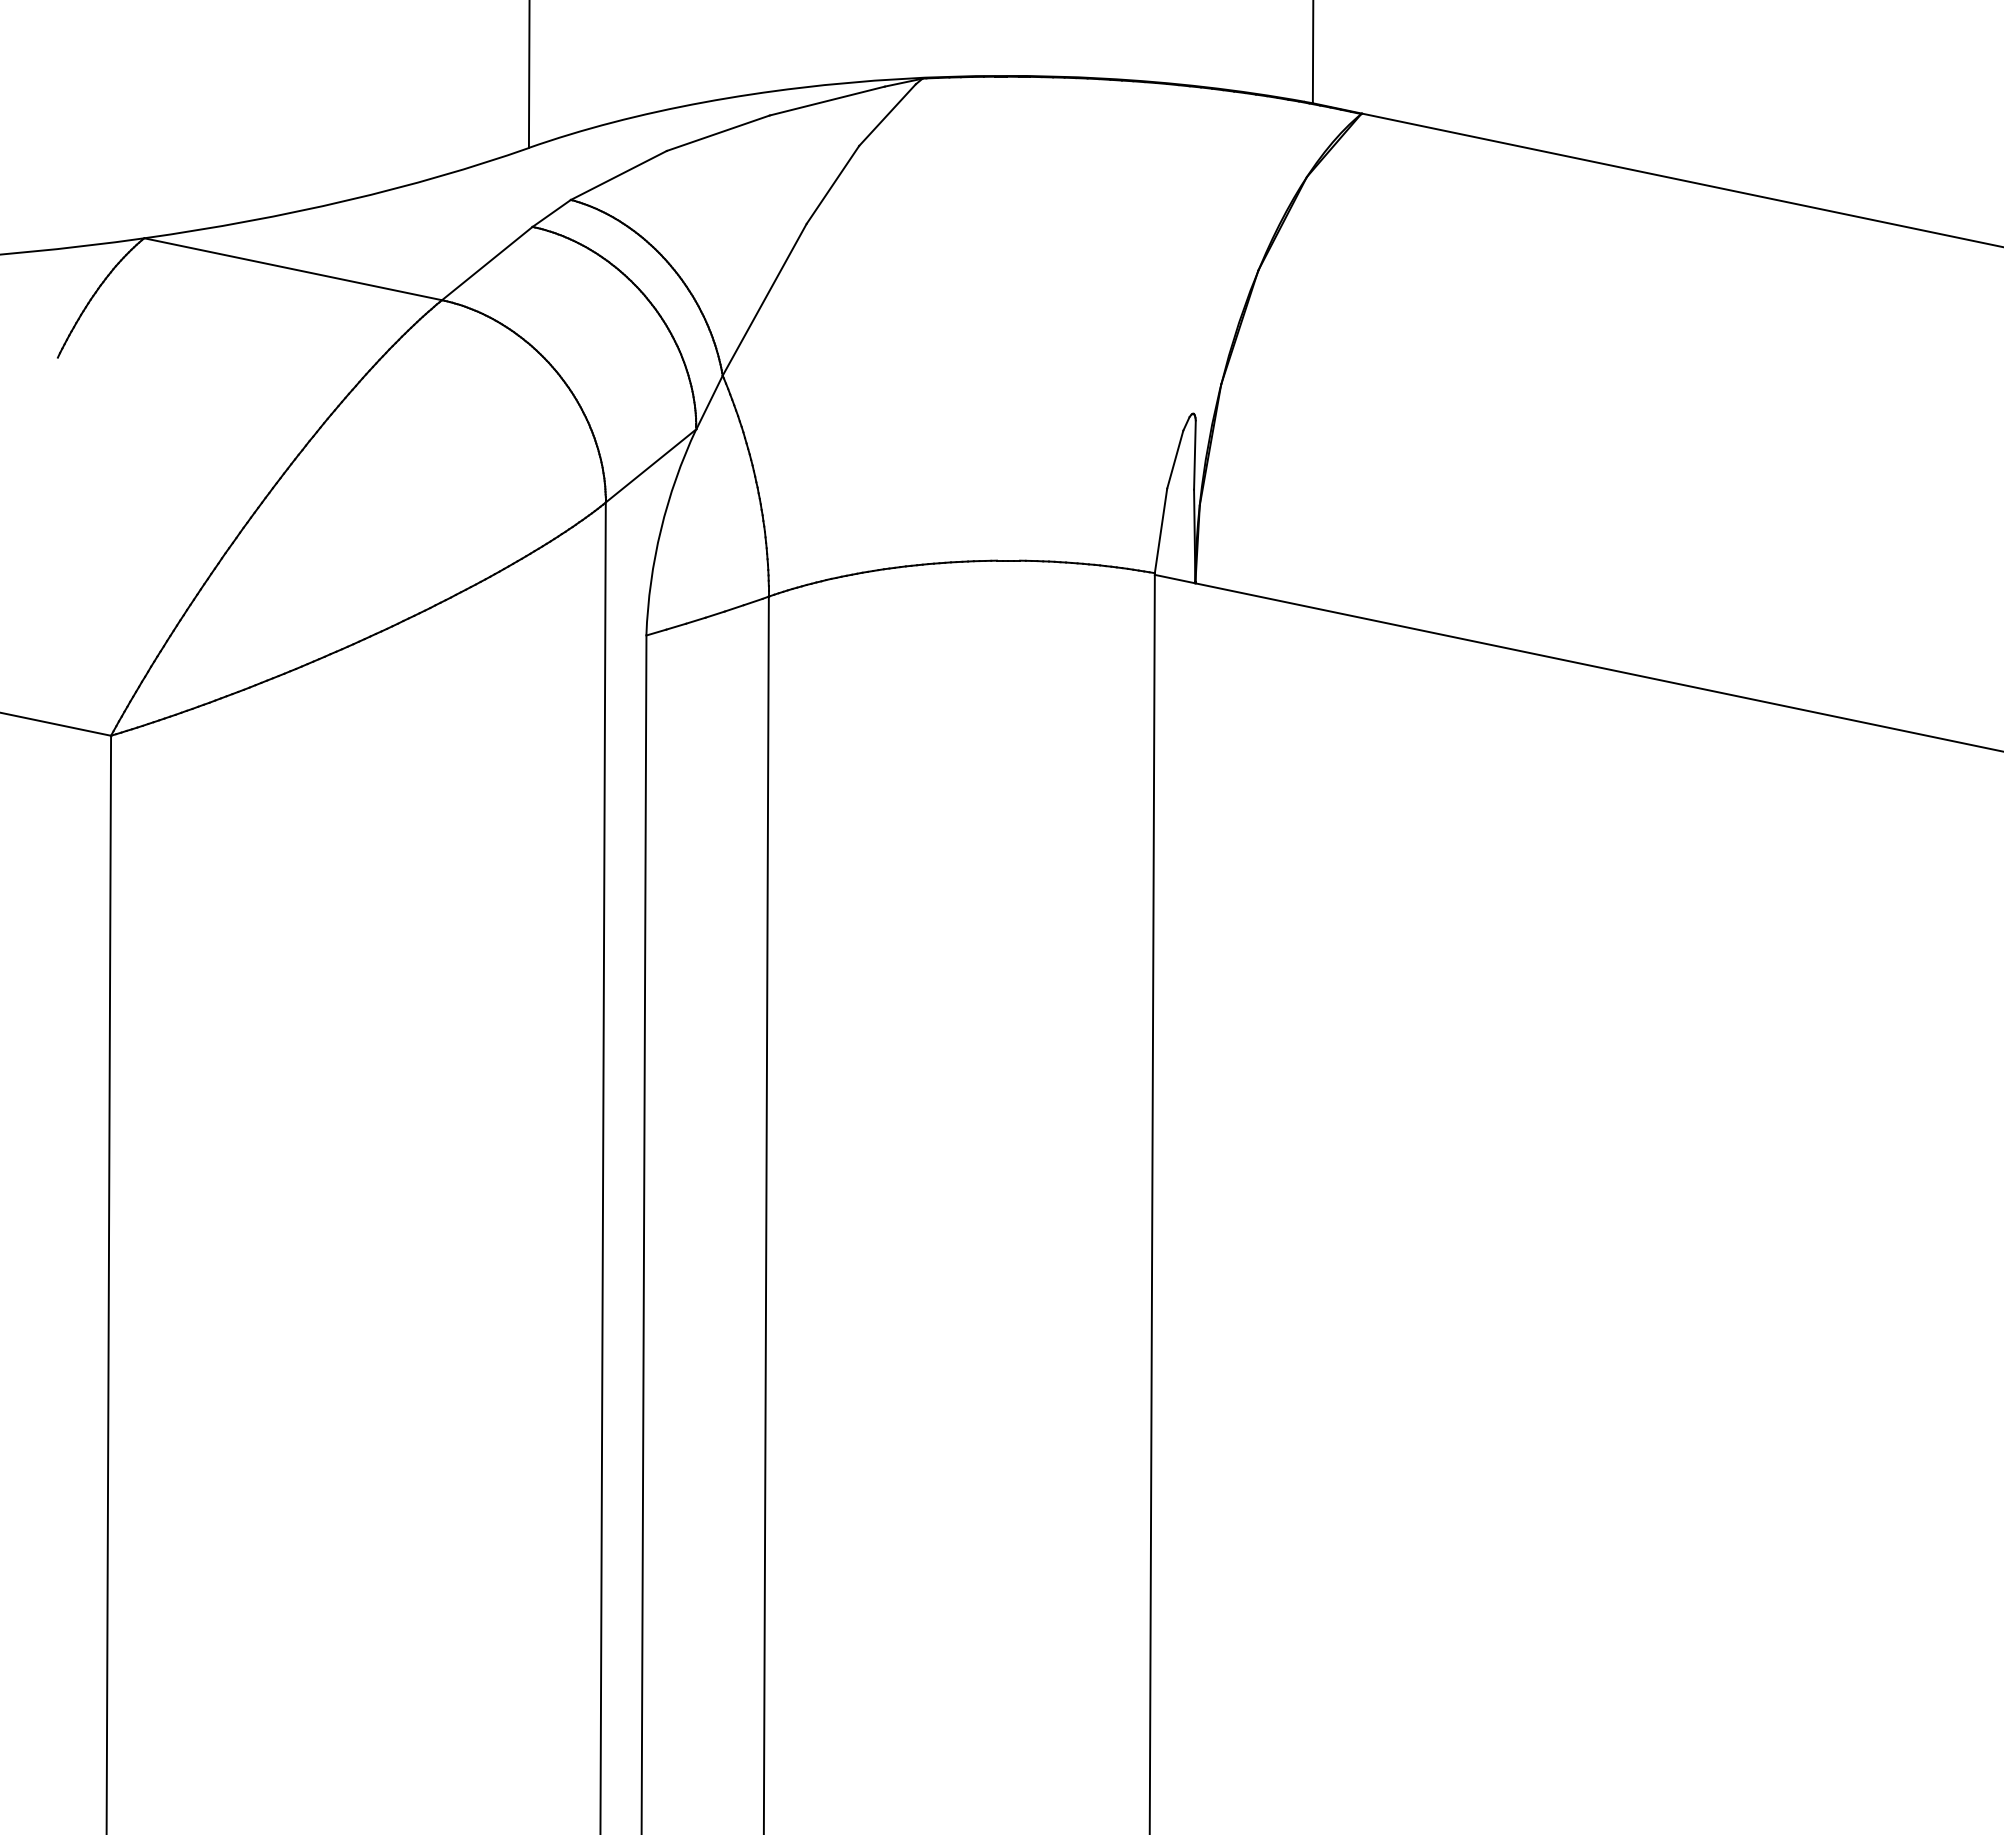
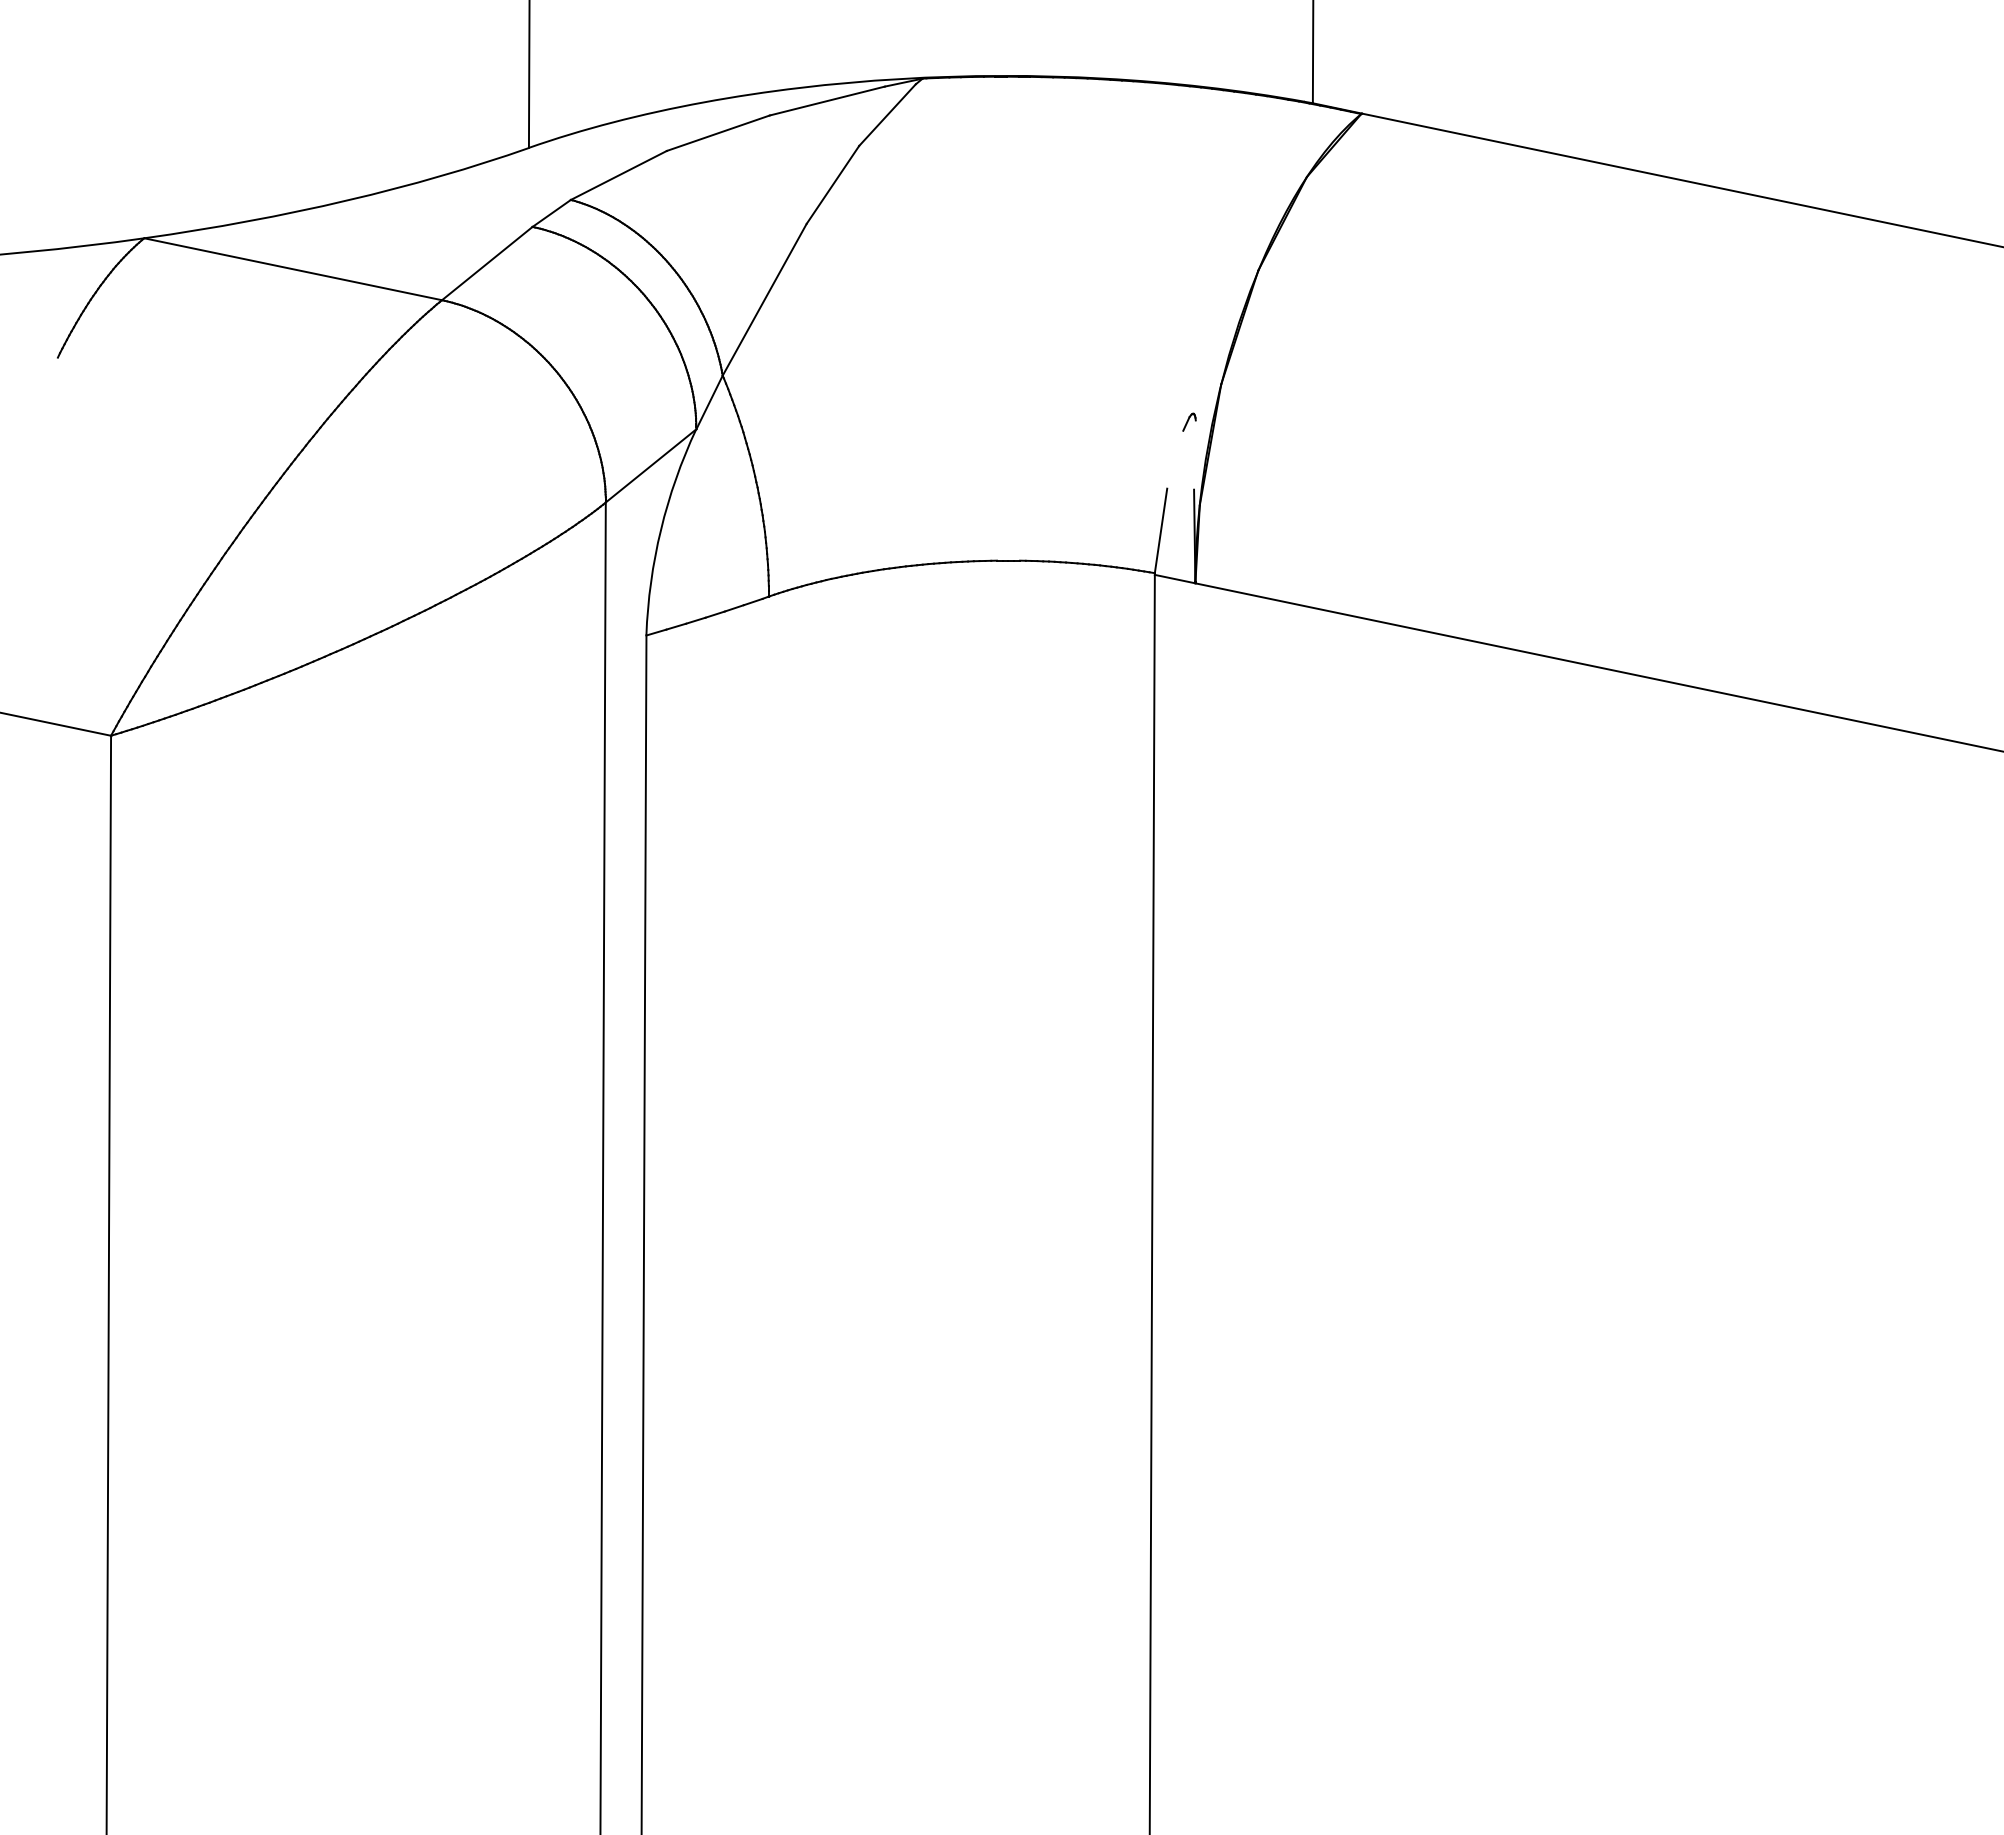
line at (1194, 454): present -> none
line at (1175, 459): present -> none
line at (765, 1213): present -> none
